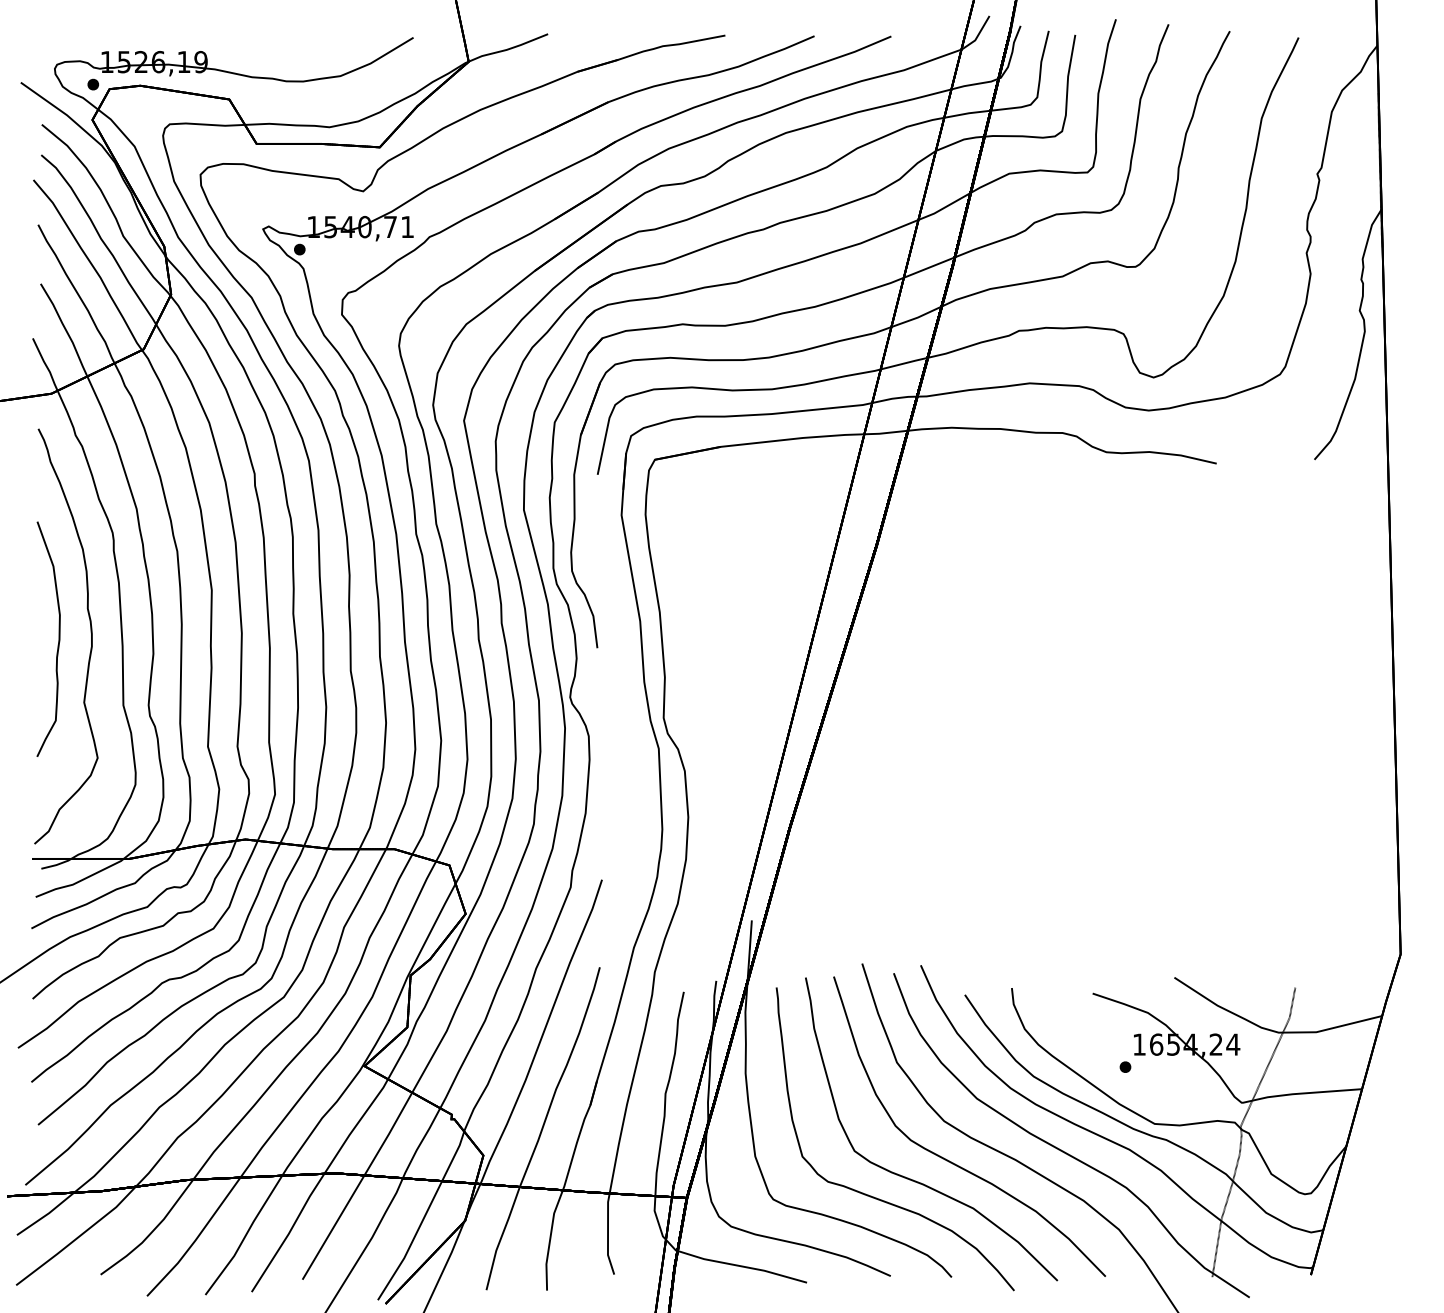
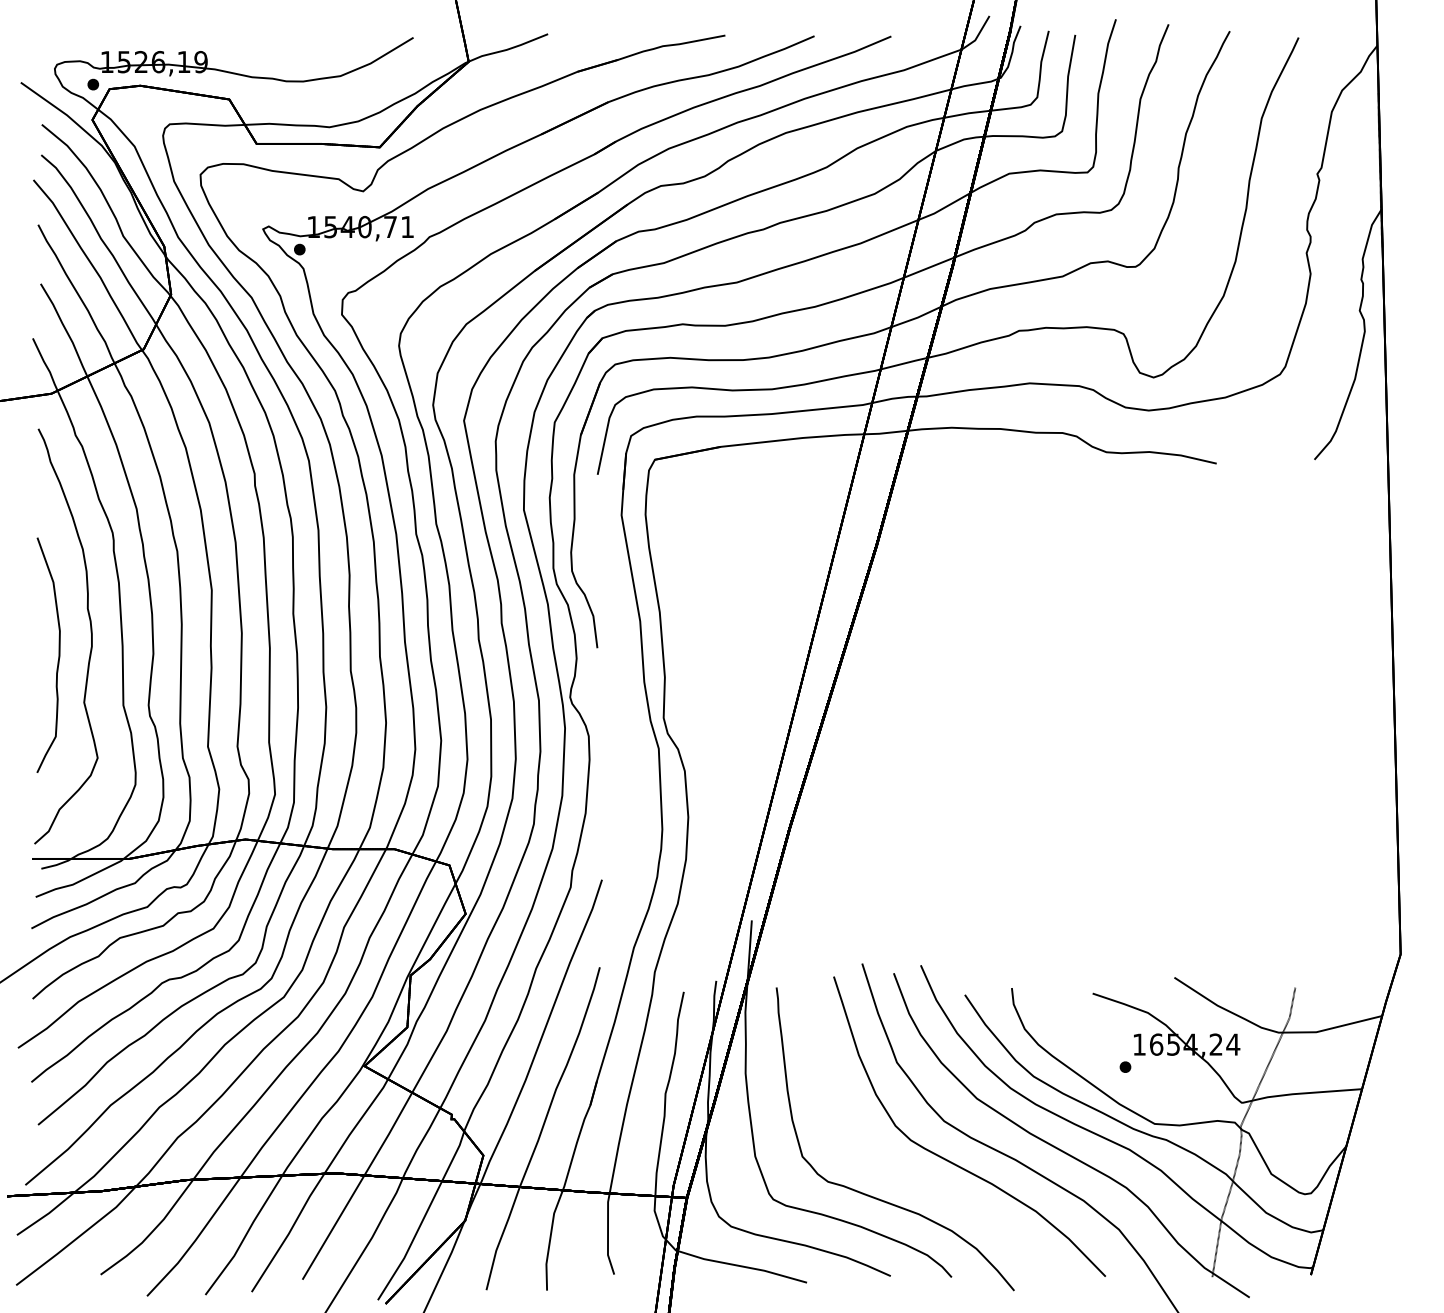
curve at (58, 638) position: (58, 638) -> (58, 654)
curve at (913, 1179): present -> none
